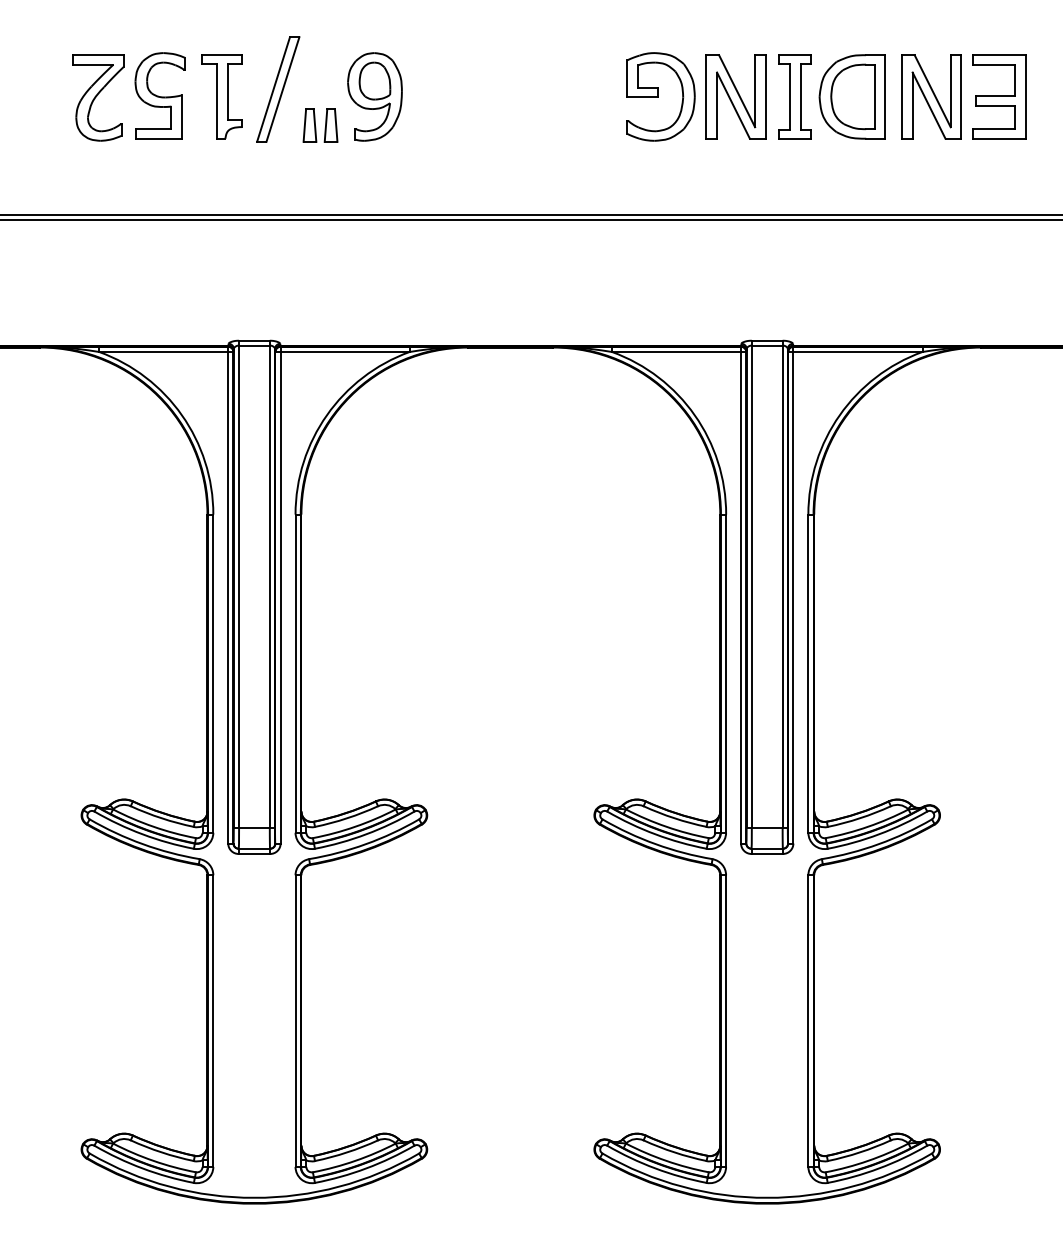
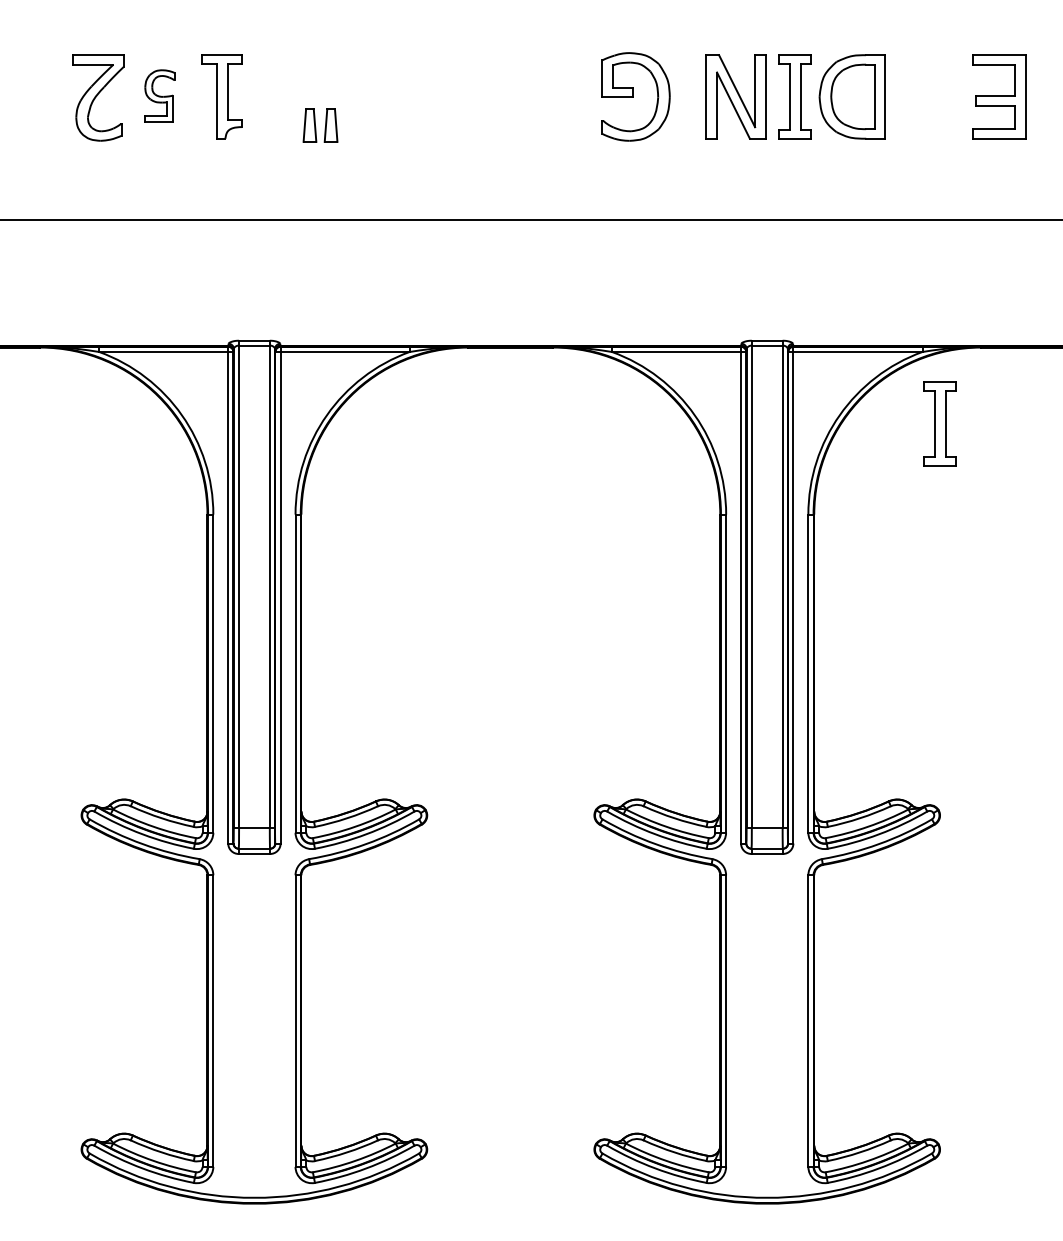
part at (278, 89): present -> none
part at (159, 95) size: 52x88 px -> 32x54 px
part at (374, 96): present -> none
part at (660, 96) position: (660, 96) -> (635, 96)
part at (931, 96): present -> none
line at (530, 215): present -> none
part at (939, 423): none -> present
